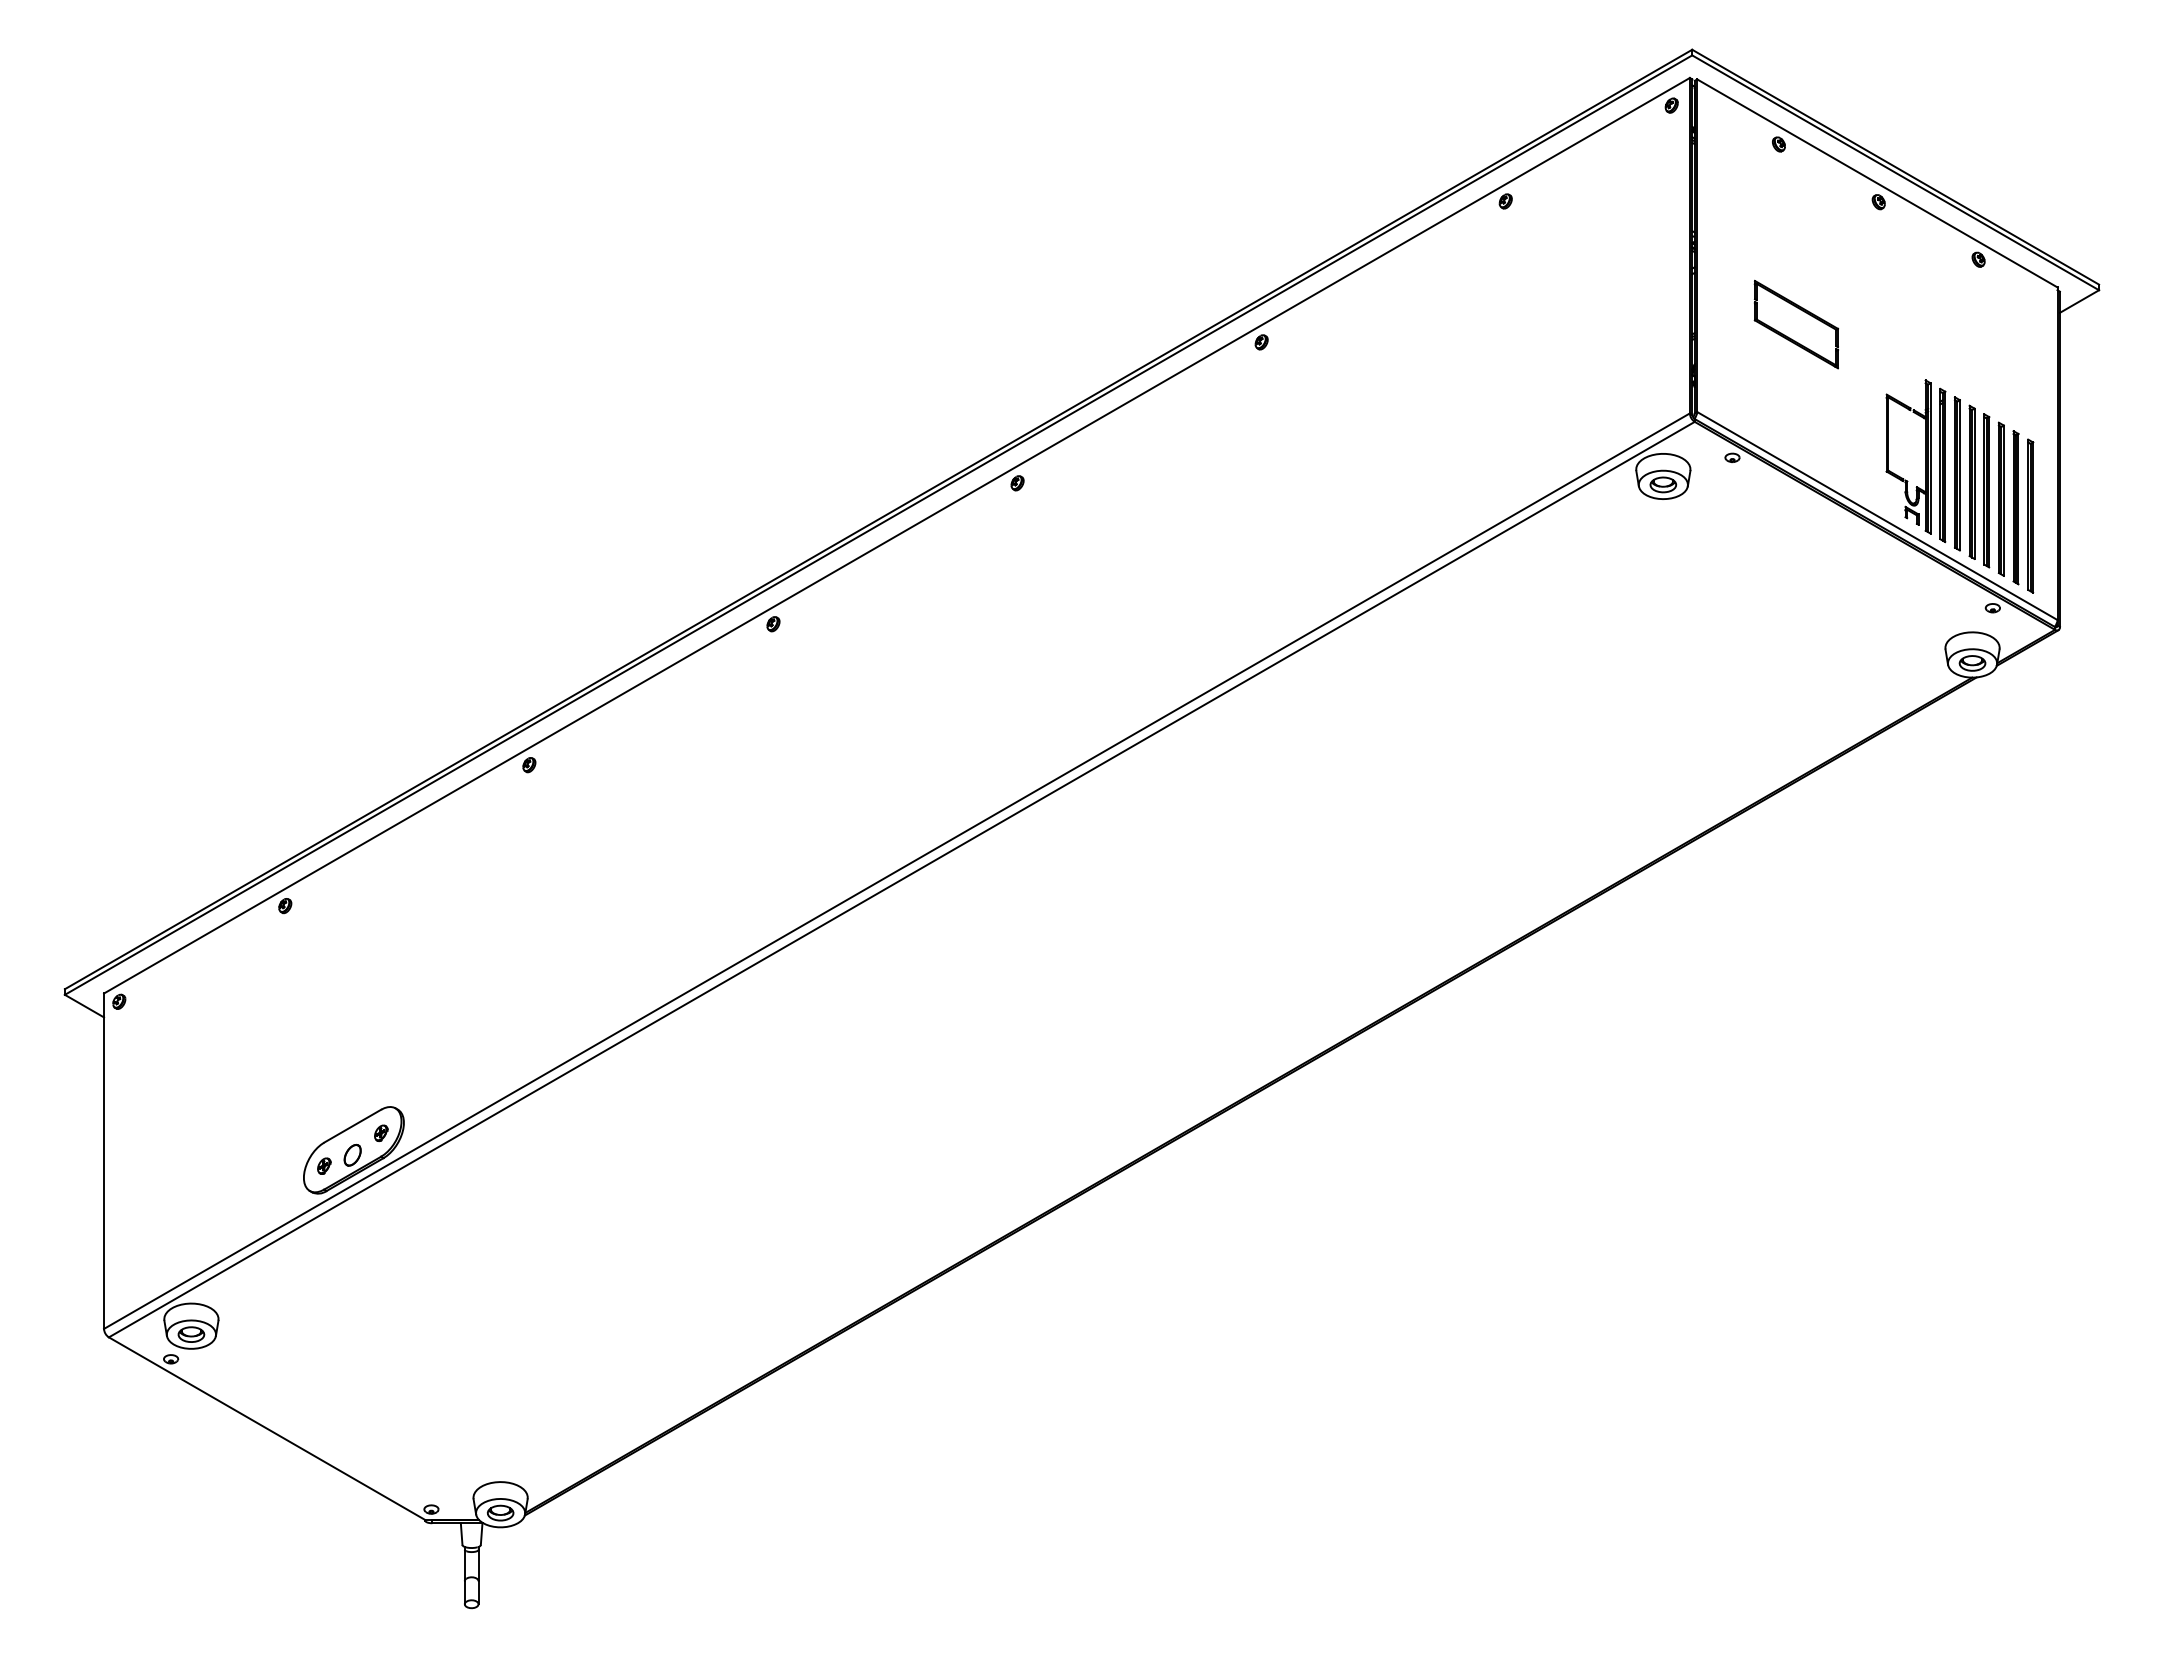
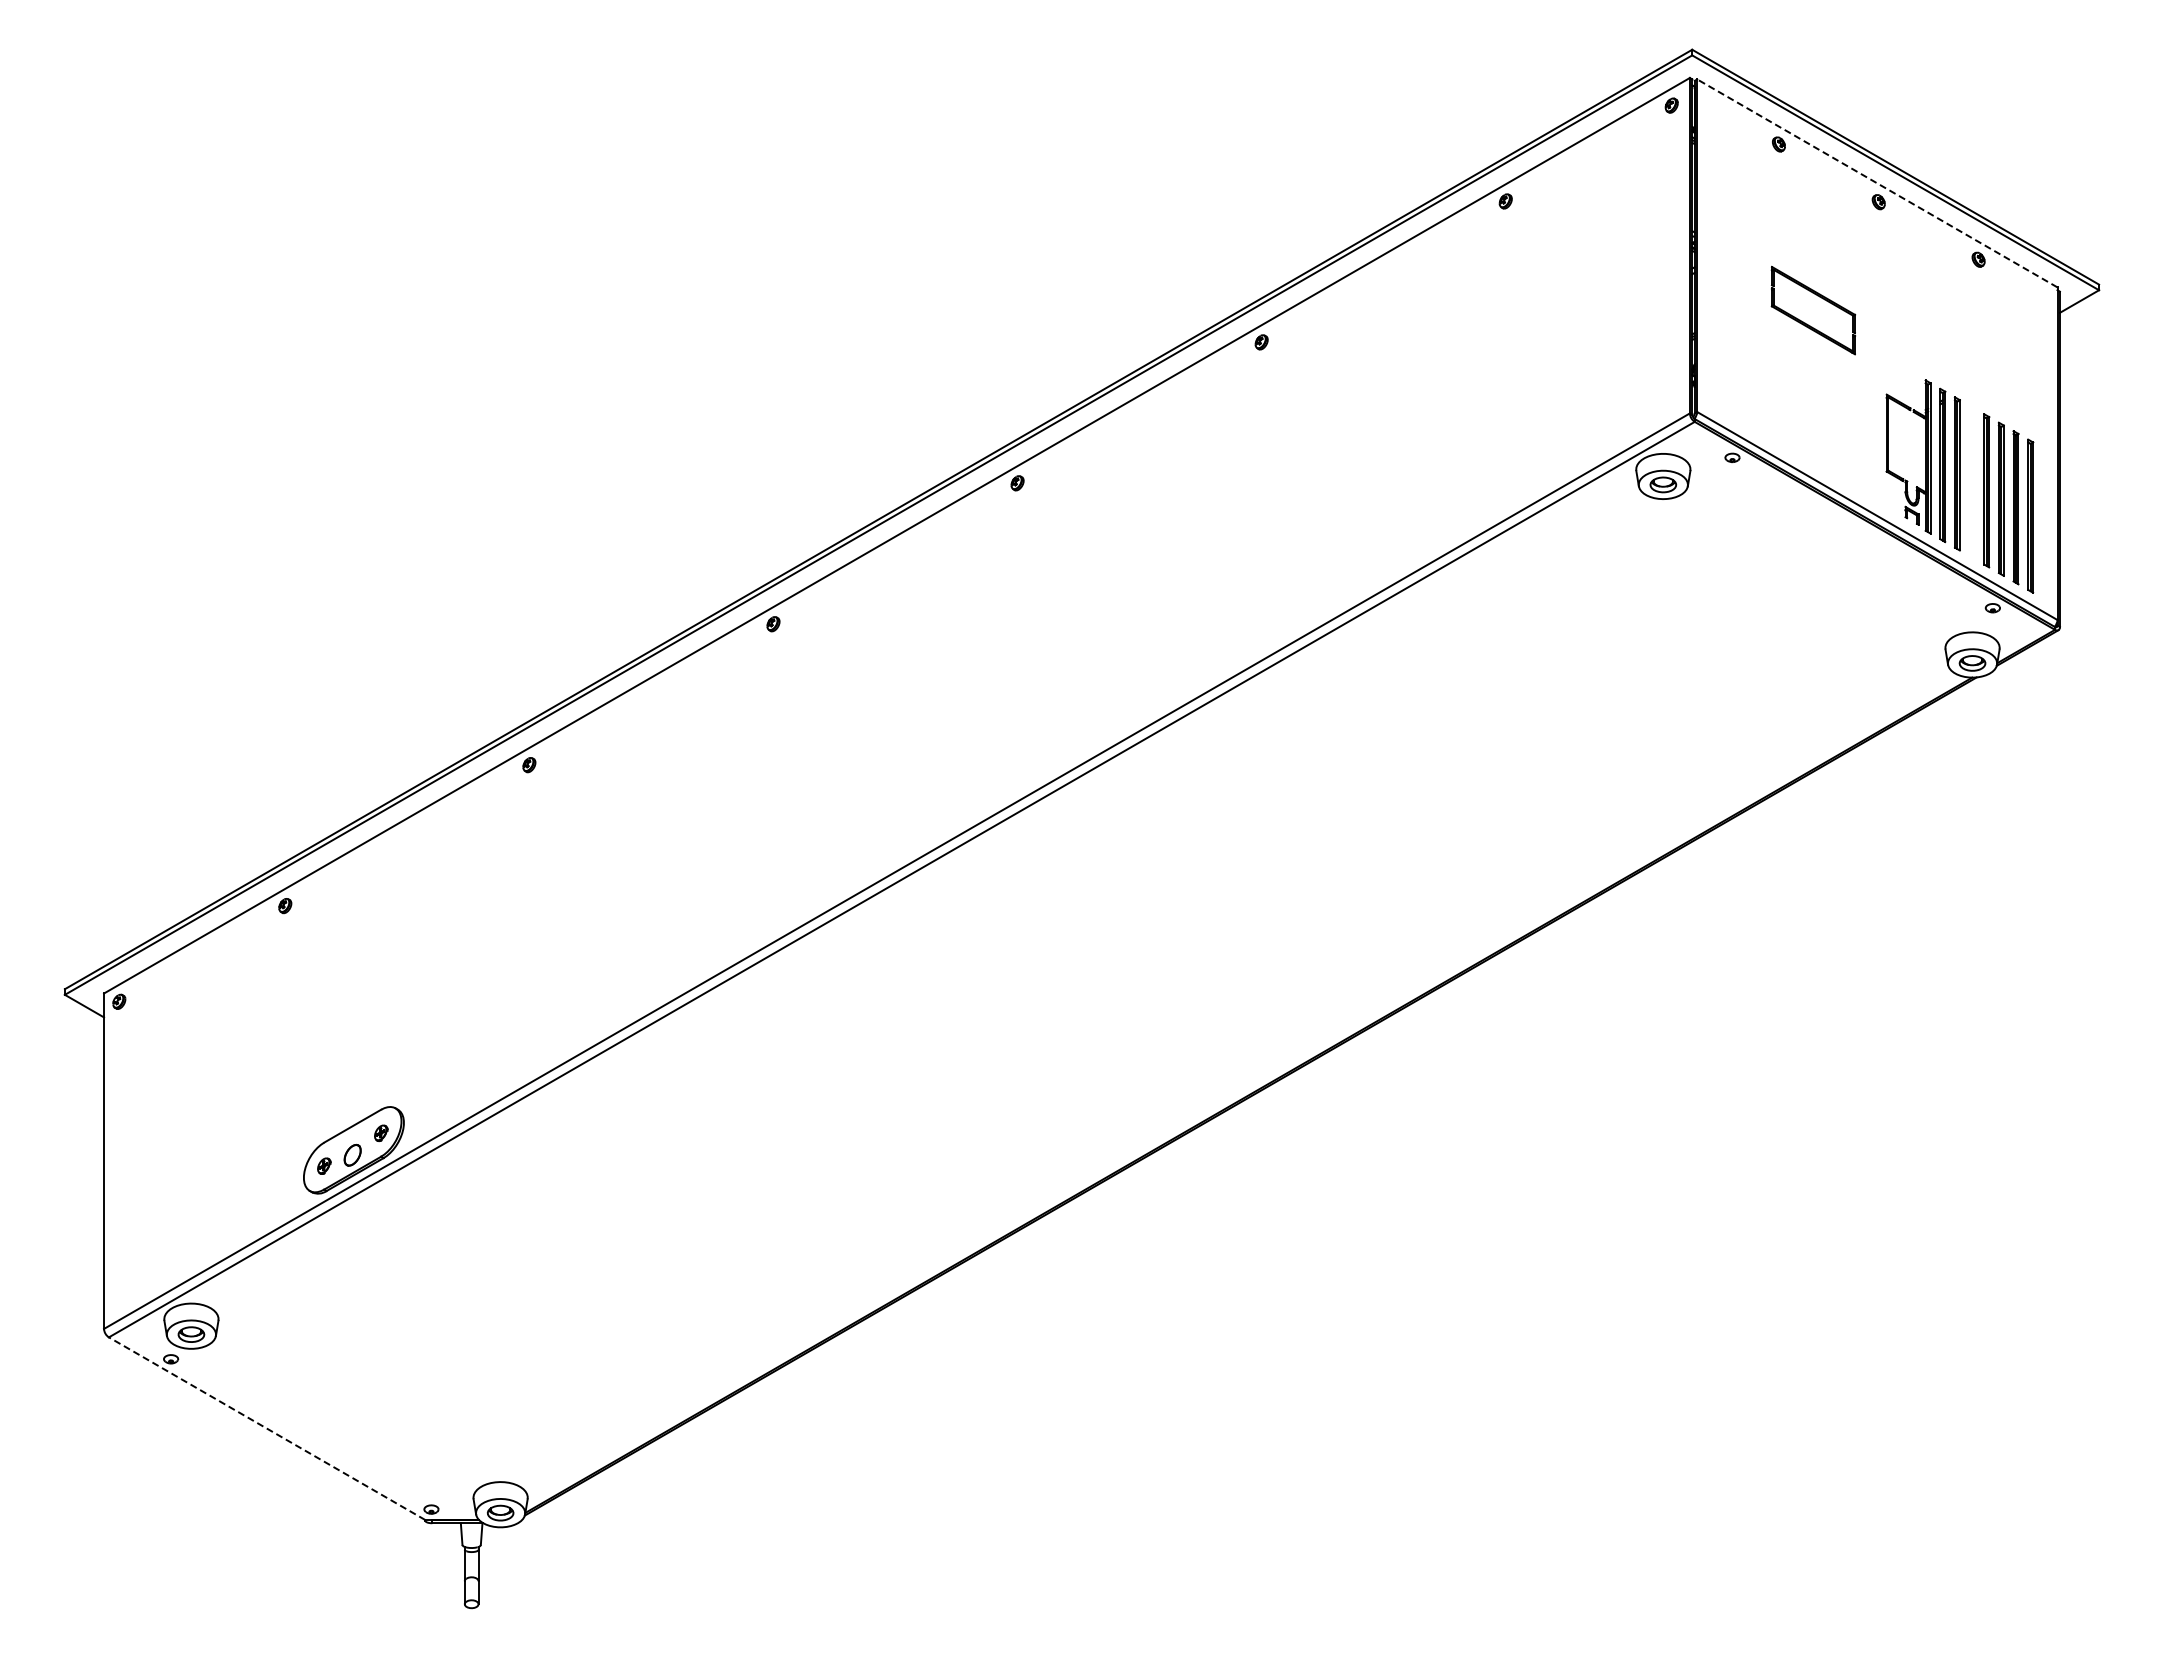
line at (1876, 183): solid -> dashed
part at (1796, 324) position: (1796, 324) -> (1813, 310)
part at (1971, 481): present -> none
line at (267, 1428): solid -> dashed
